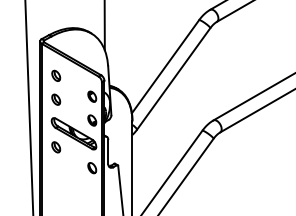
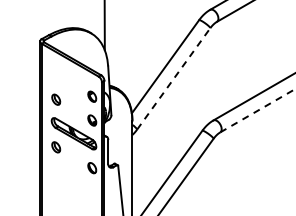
part at (56, 75): present -> none
line at (173, 78): solid -> dashed
line at (29, 107): present -> none
line at (258, 110): solid -> dashed
